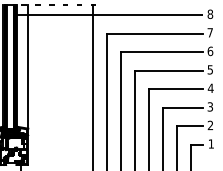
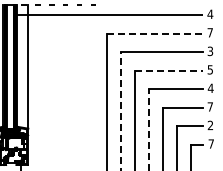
text at (209, 13): 8 -> 4
line at (155, 33): solid -> dashed
text at (210, 51): 6 -> 3
line at (168, 70): solid -> dashed
line at (93, 86): present -> none
text at (209, 106): 3 -> 7
line at (121, 111): solid -> dashed
line at (149, 130): solid -> dashed
text at (210, 143): 1 -> 7
